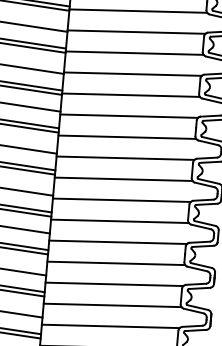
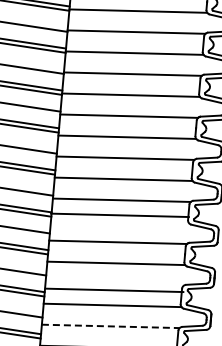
line at (119, 221) position: (119, 221) -> (119, 215)
line at (114, 284) position: (114, 284) -> (114, 290)
line at (110, 326): solid -> dashed
